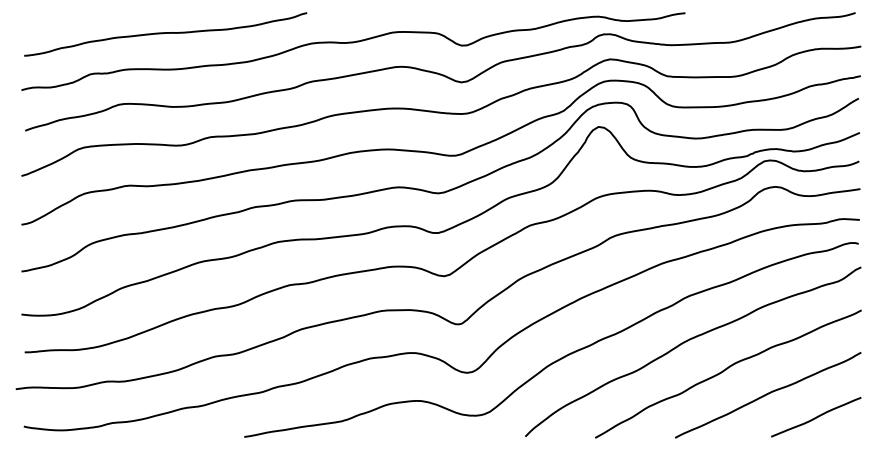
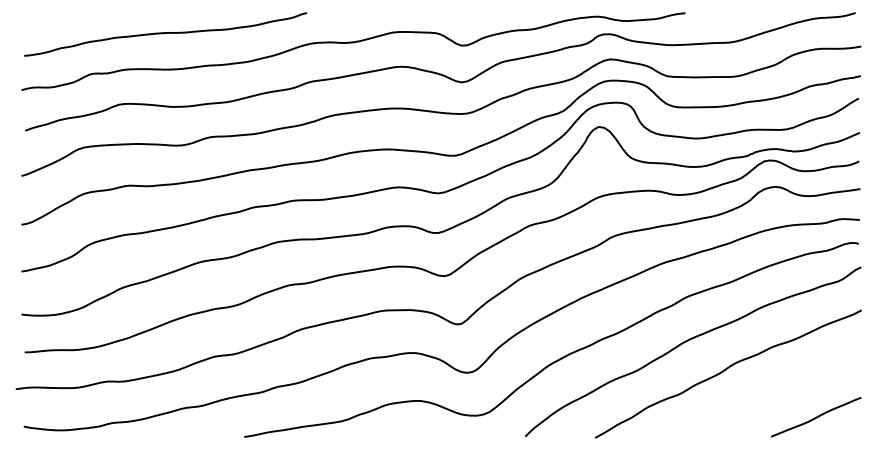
curve at (768, 394): present -> none
